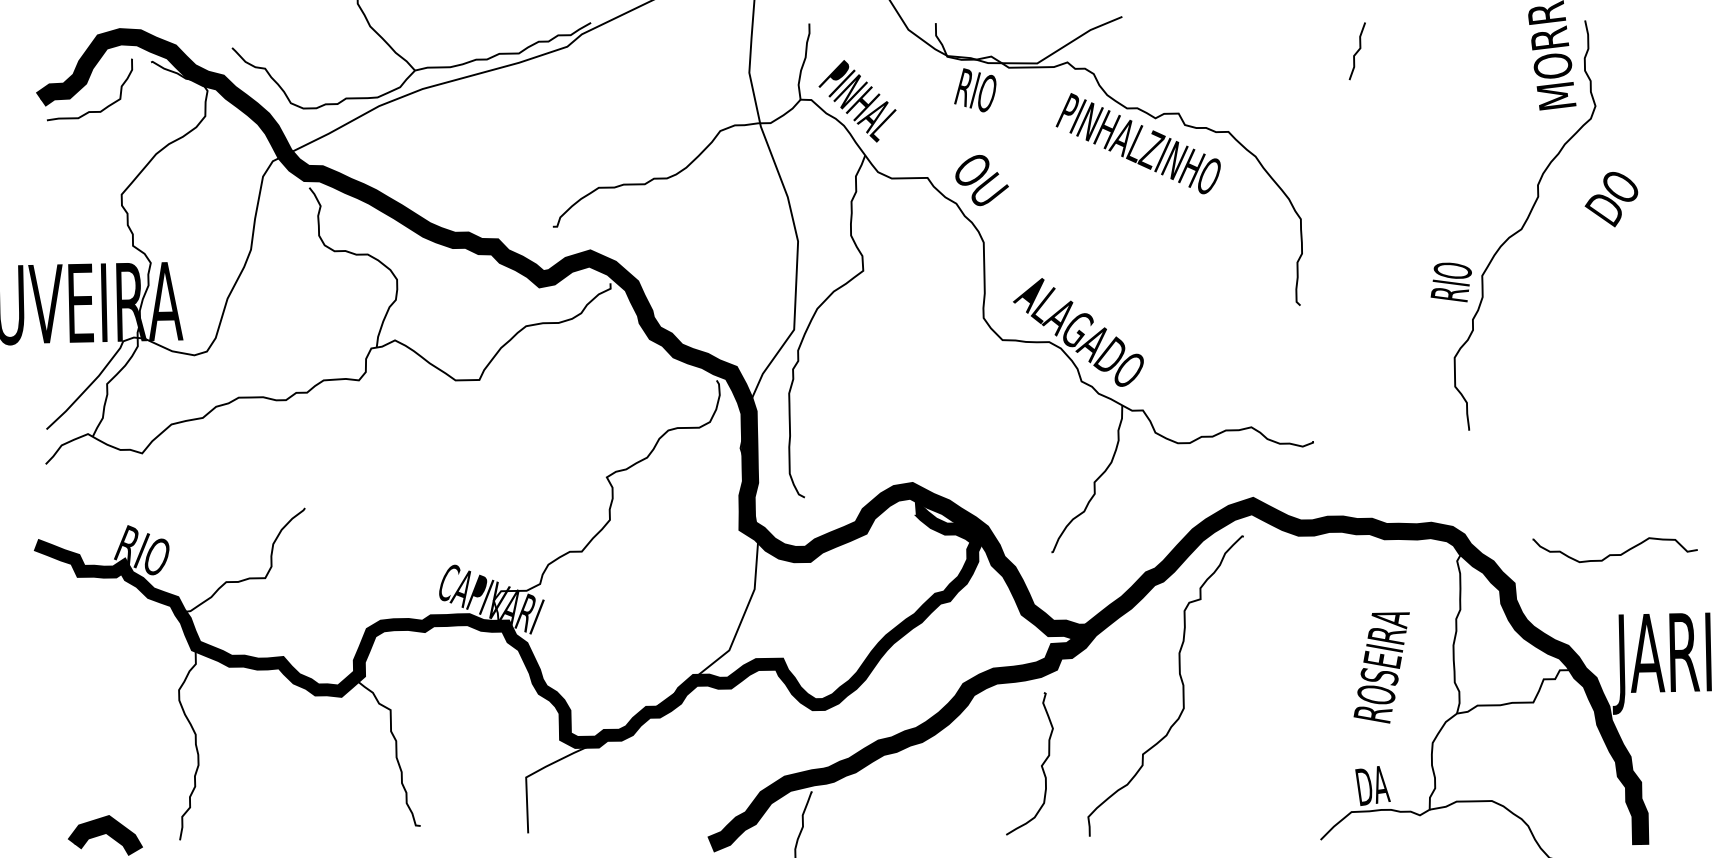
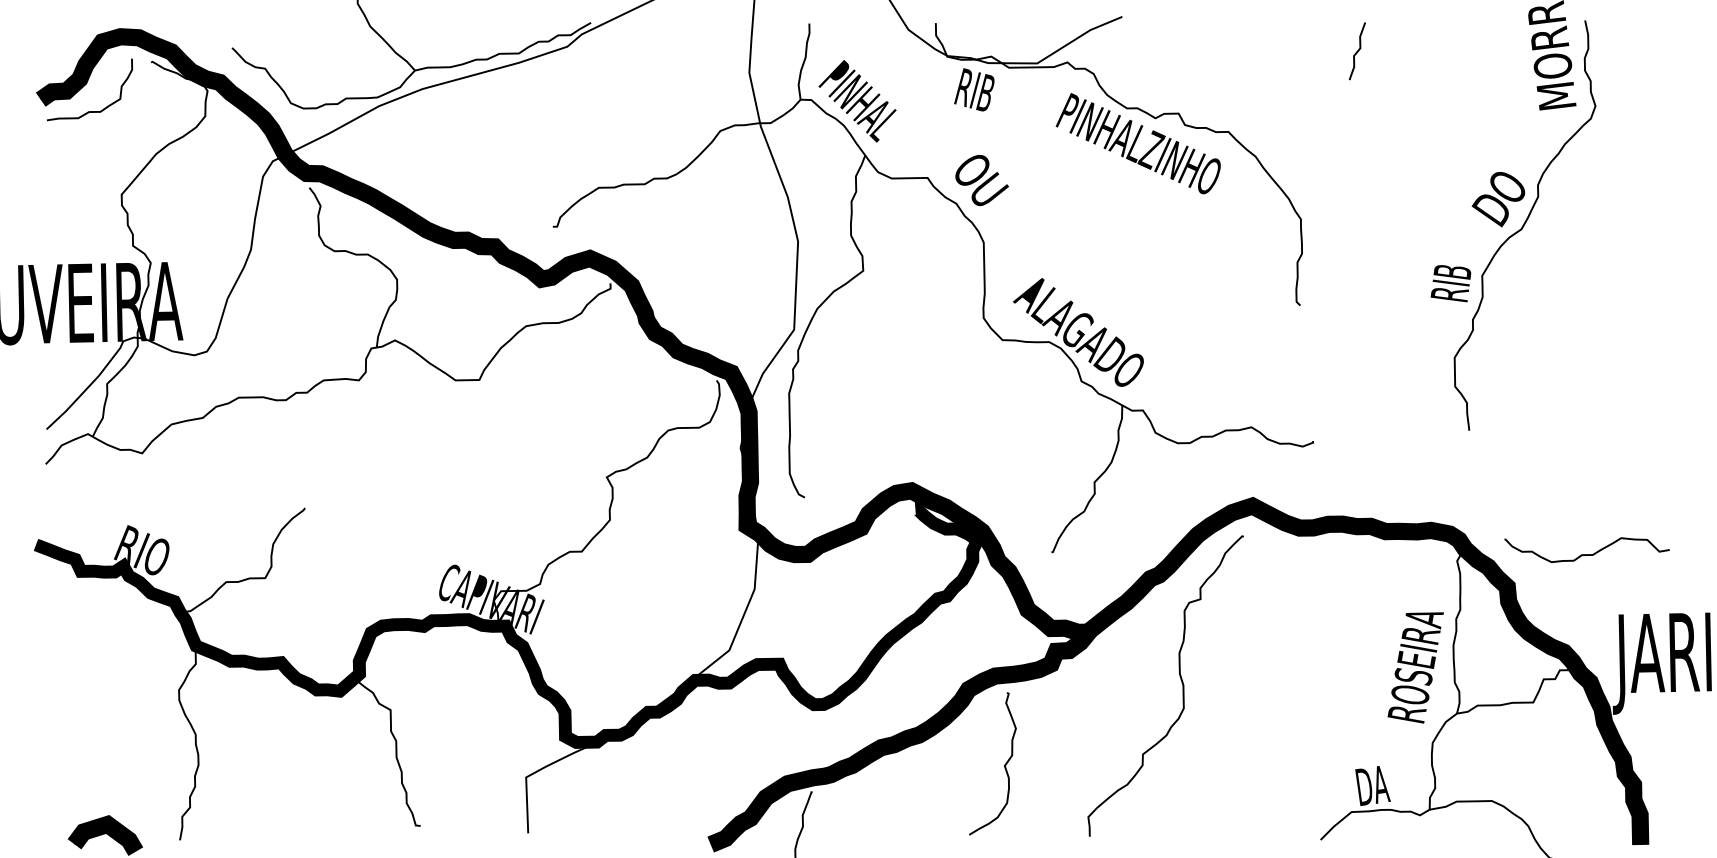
text at (986, 93): RIO -> RIB
text at (1611, 199) position: (1611, 199) -> (1498, 199)
text at (1452, 270): RIO -> RIB
curve at (1614, 554) position: (1614, 554) -> (1586, 554)
text at (1381, 667) position: (1381, 667) -> (1415, 667)
curve at (1041, 764) position: (1041, 764) -> (1004, 764)
